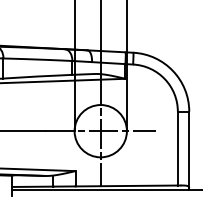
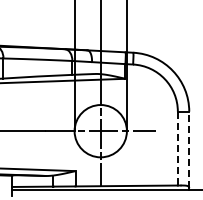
line at (177, 148): solid -> dashed
line at (189, 149): solid -> dashed
